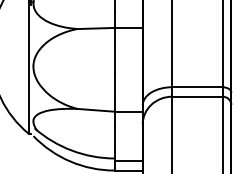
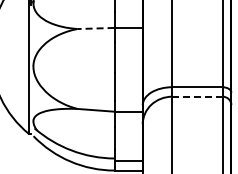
line at (95, 28): solid -> dashed
line at (196, 96): solid -> dashed
